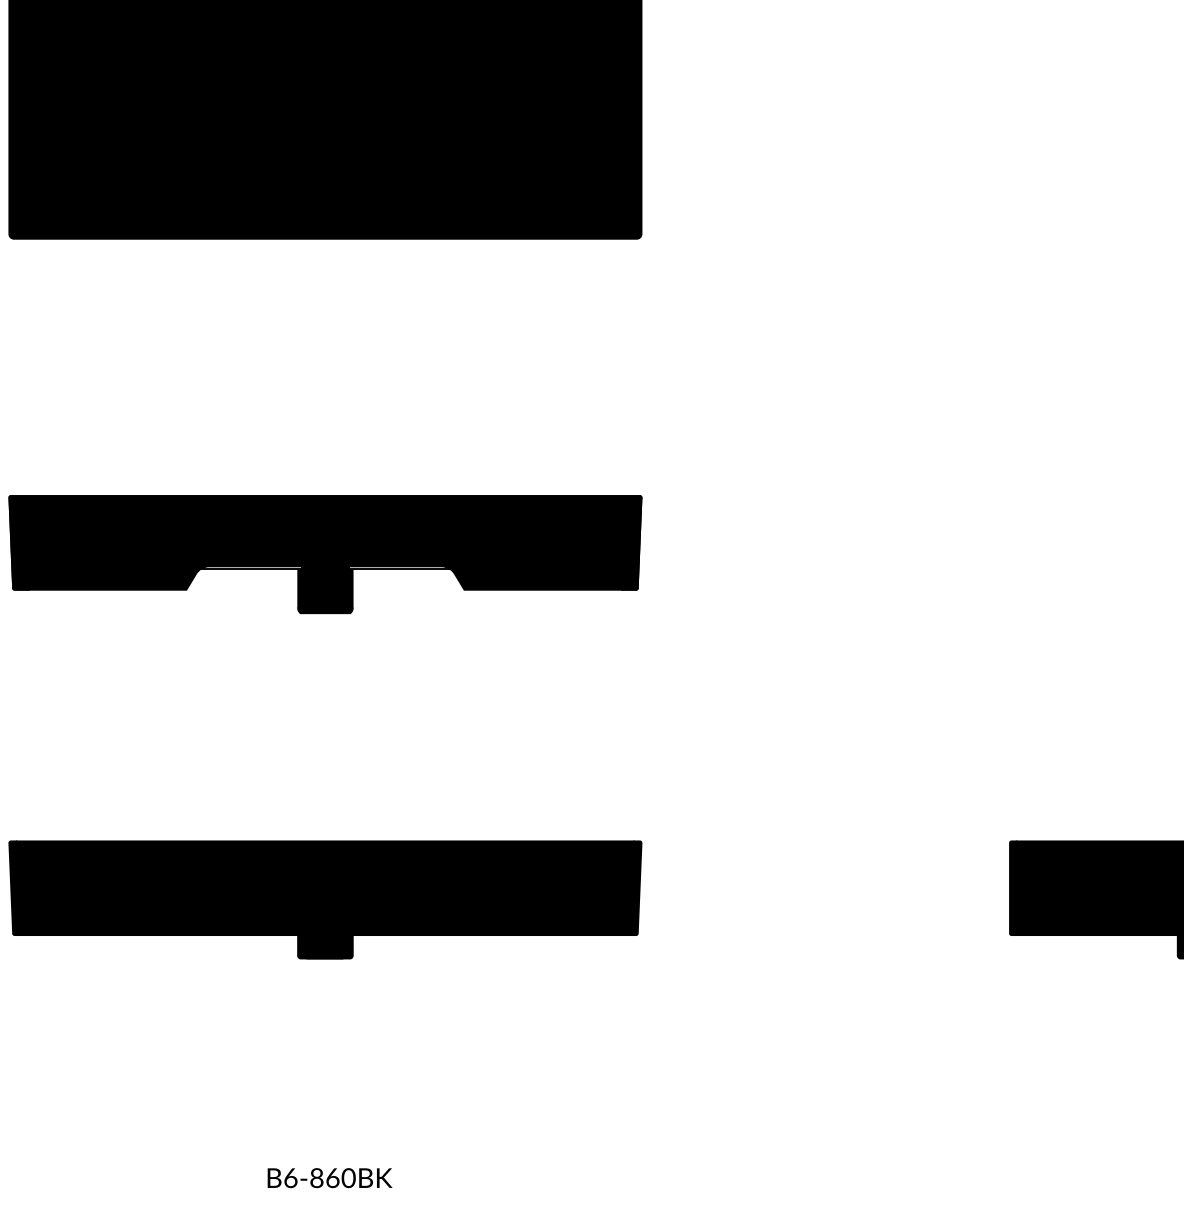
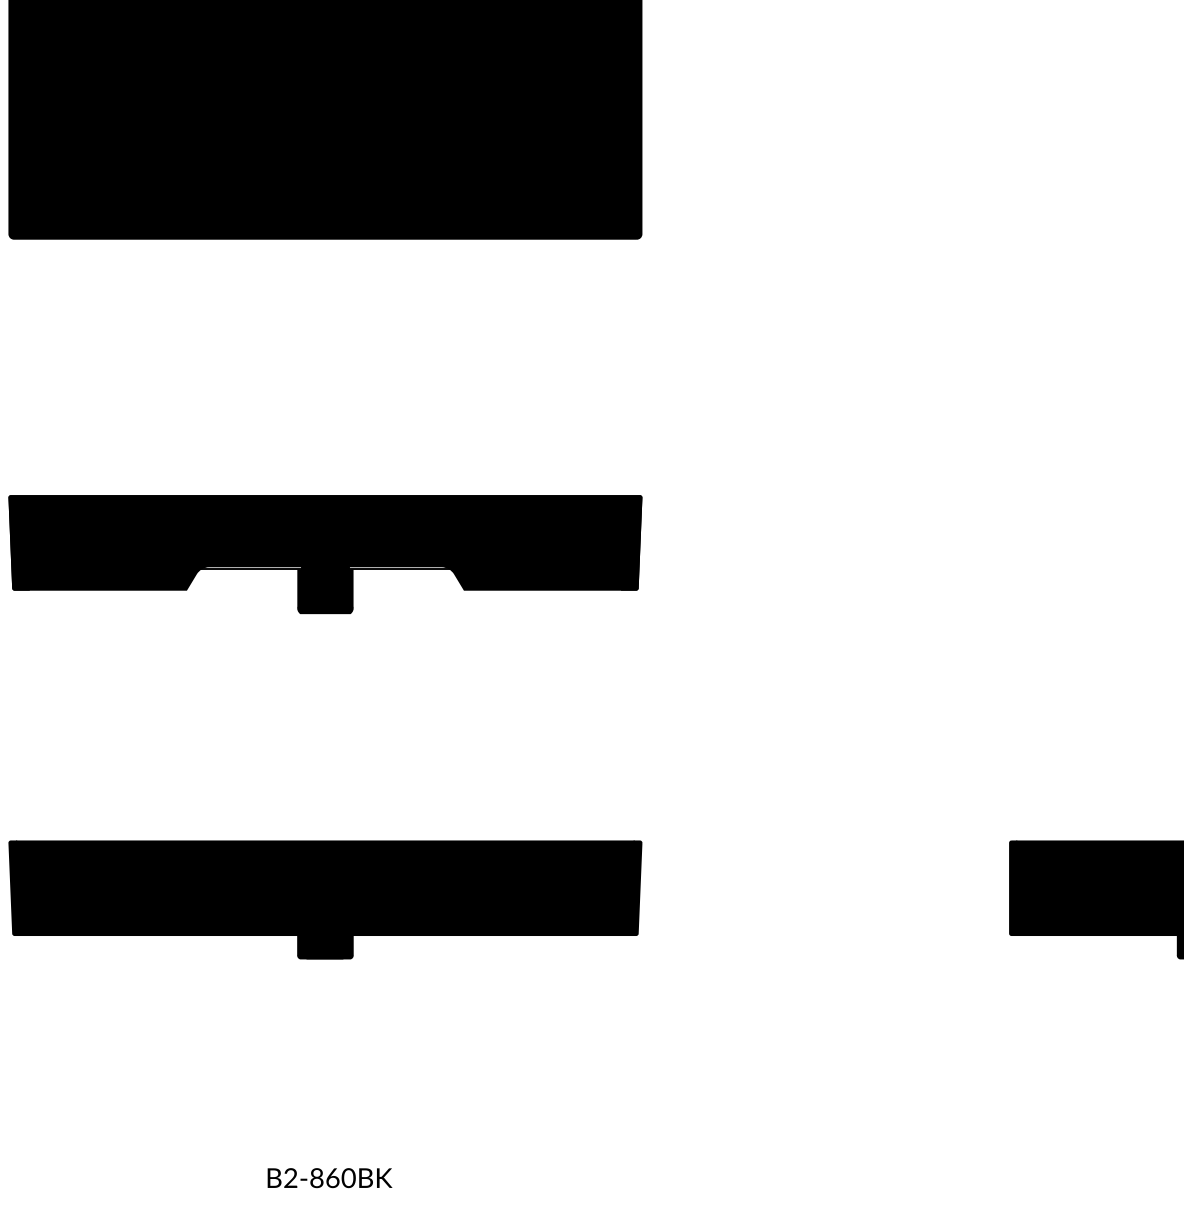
text at (290, 1178): B6-860BK -> B2-860BK
